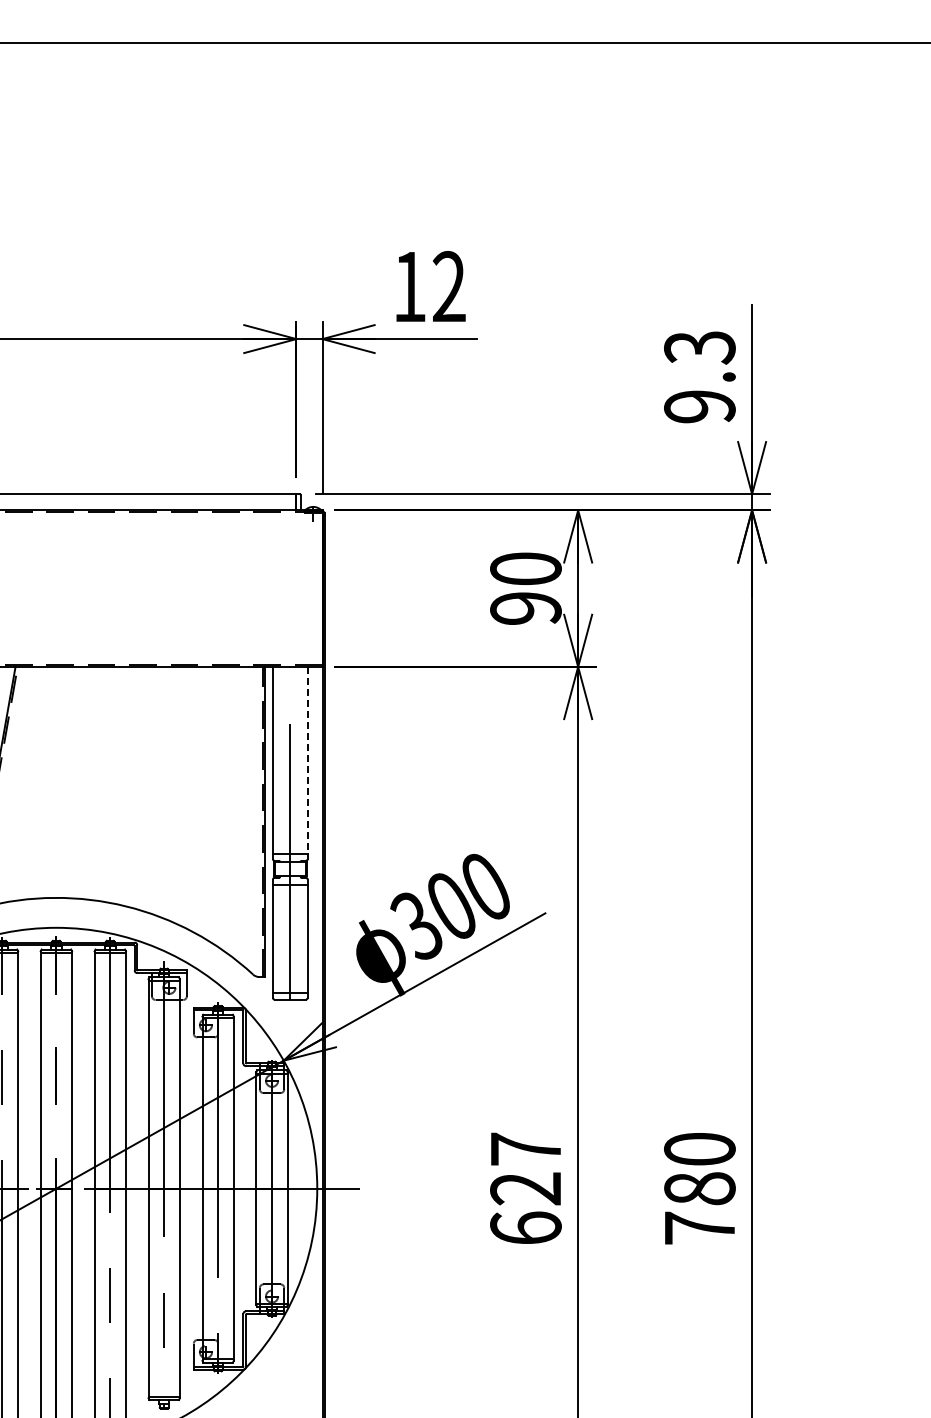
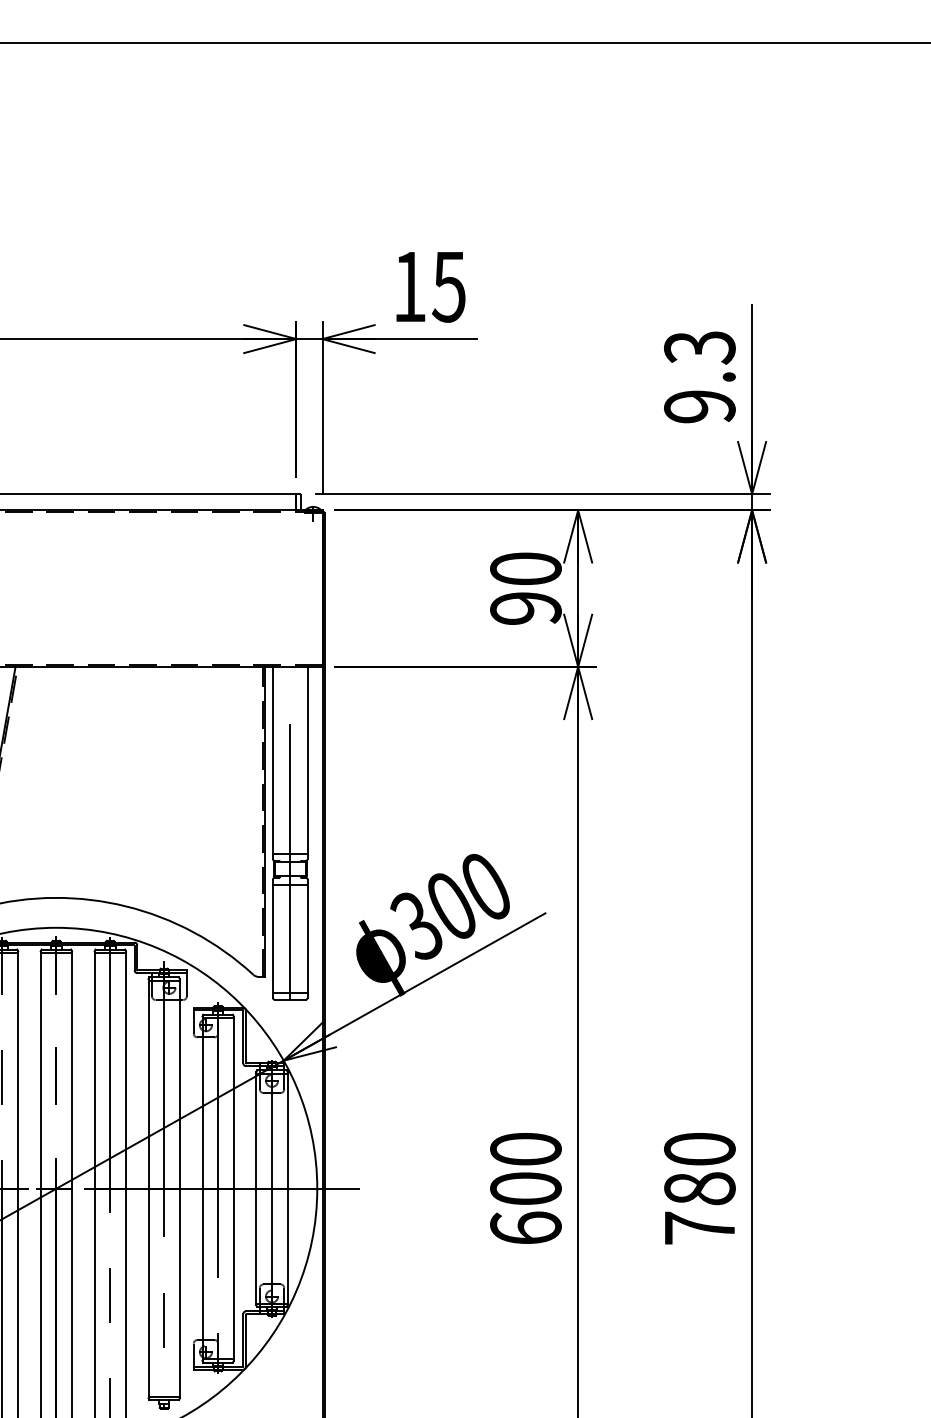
text at (448, 286): 12 -> 15
line at (307, 760): dashed -> solid
text at (525, 1168): 627 -> 600
